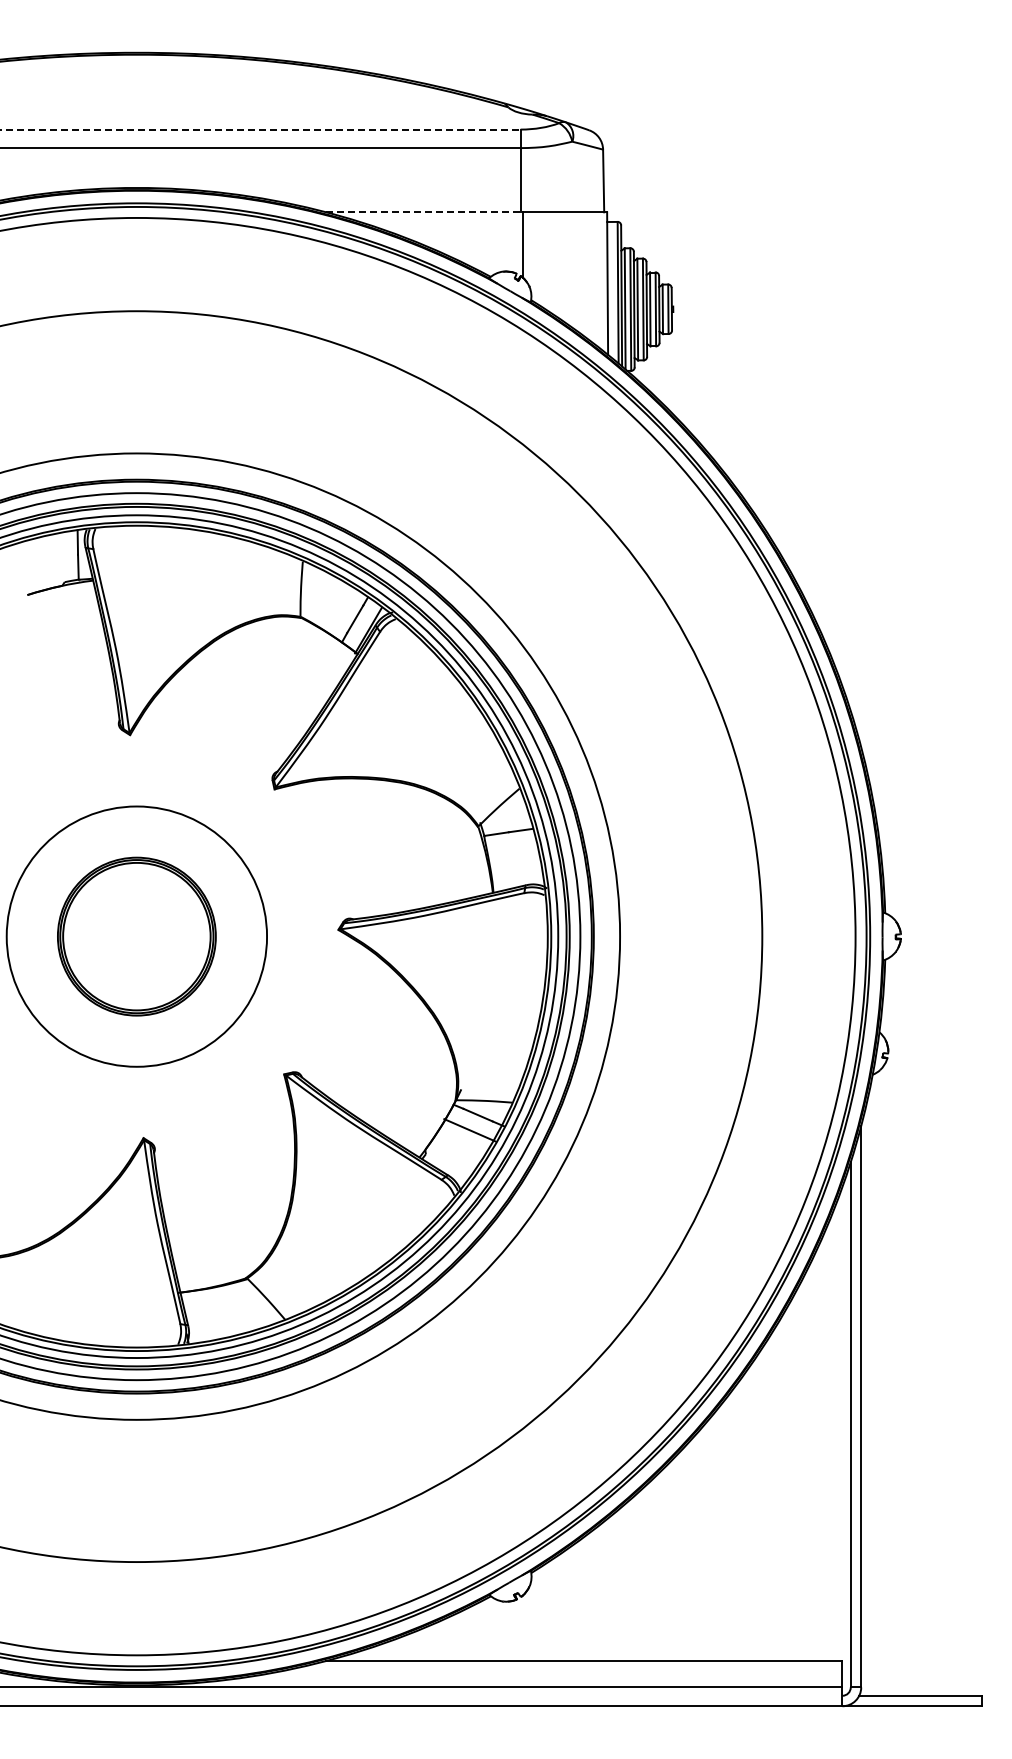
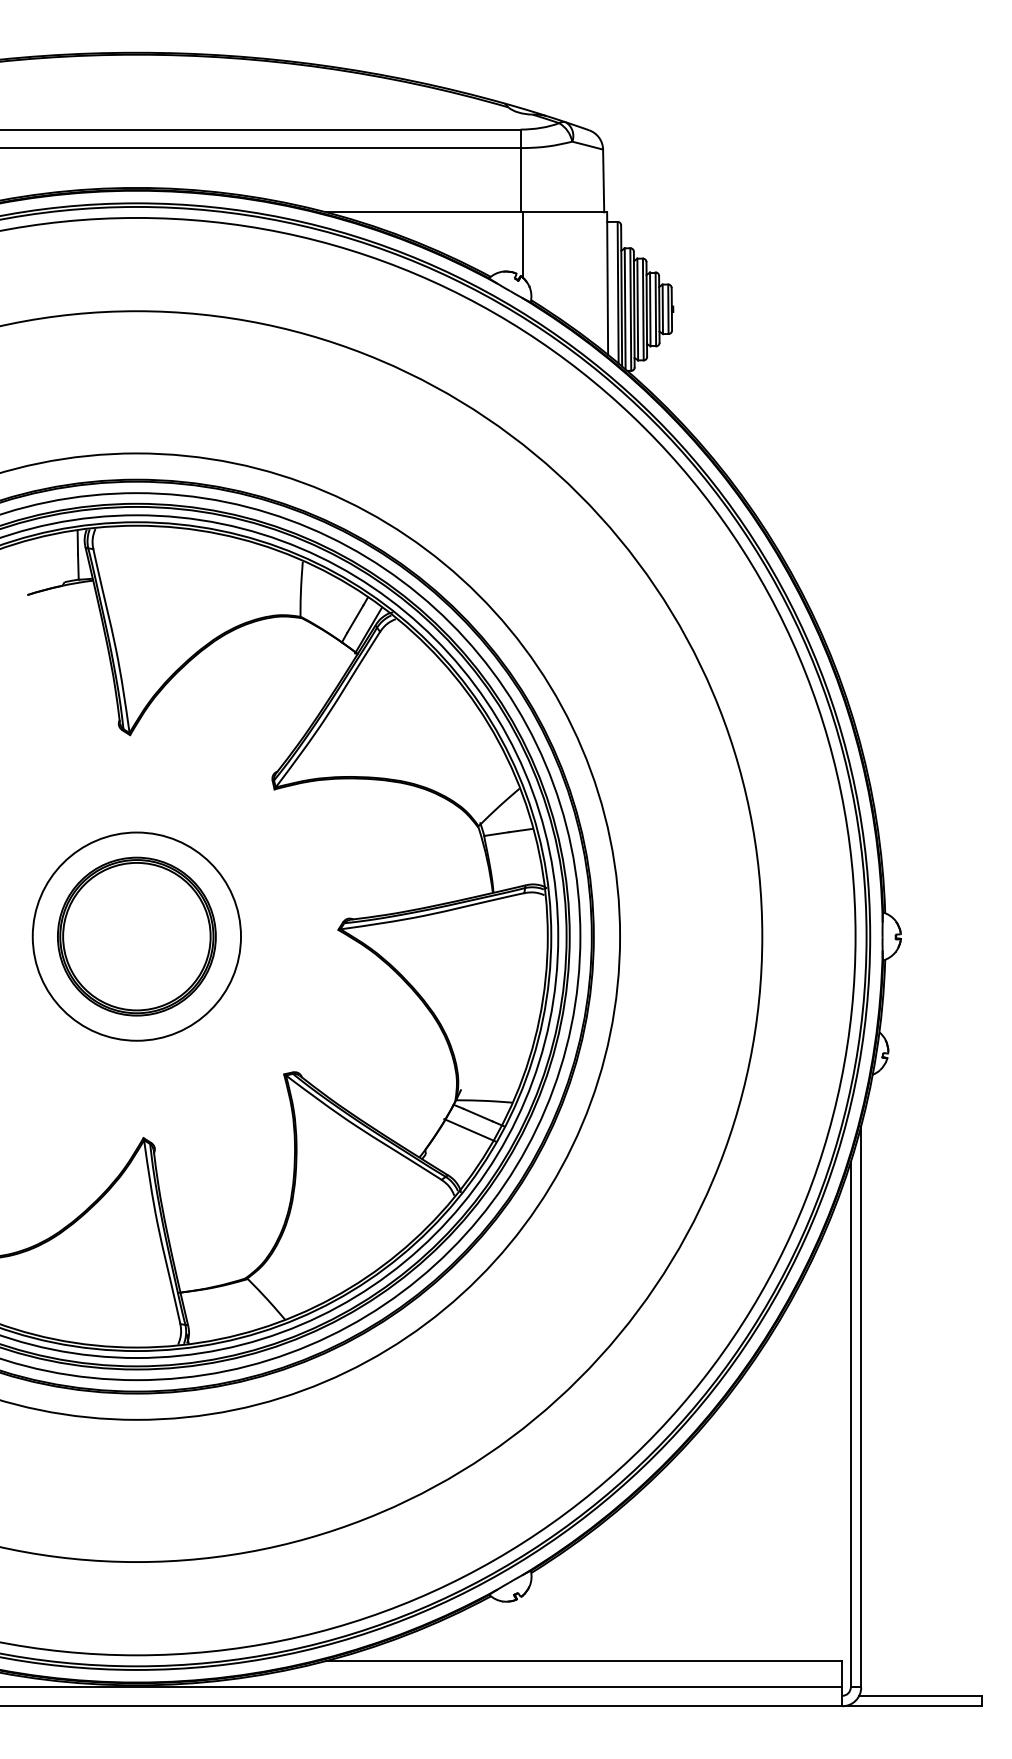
line at (260, 129): dashed -> solid
line at (424, 212): dashed -> solid
circle at (136, 936) diameter: 260 px -> 208 px
